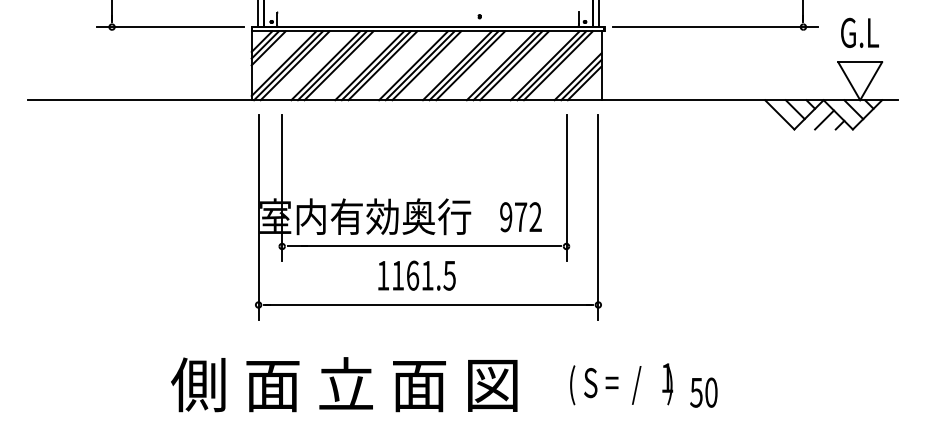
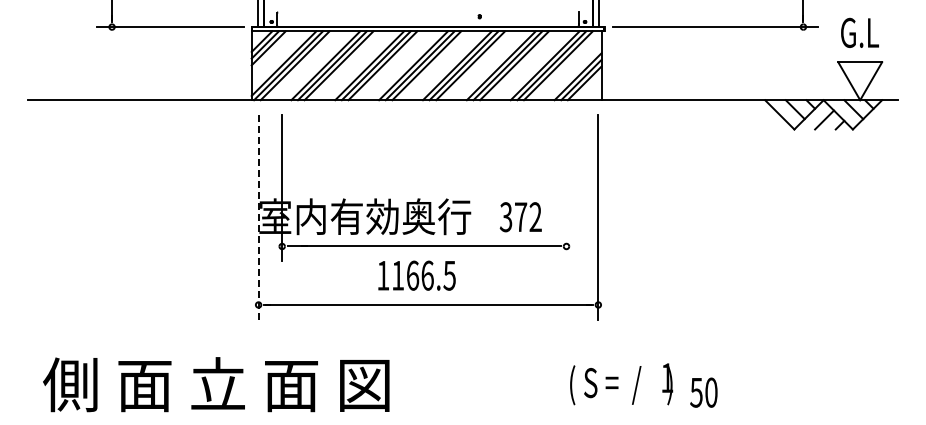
line at (566, 187): present -> none
line at (258, 217): solid -> dashed
text at (505, 217): 972 -> 372
text at (427, 275): 1161.5 -> 1166.5
text at (344, 384) position: (344, 384) -> (216, 384)
